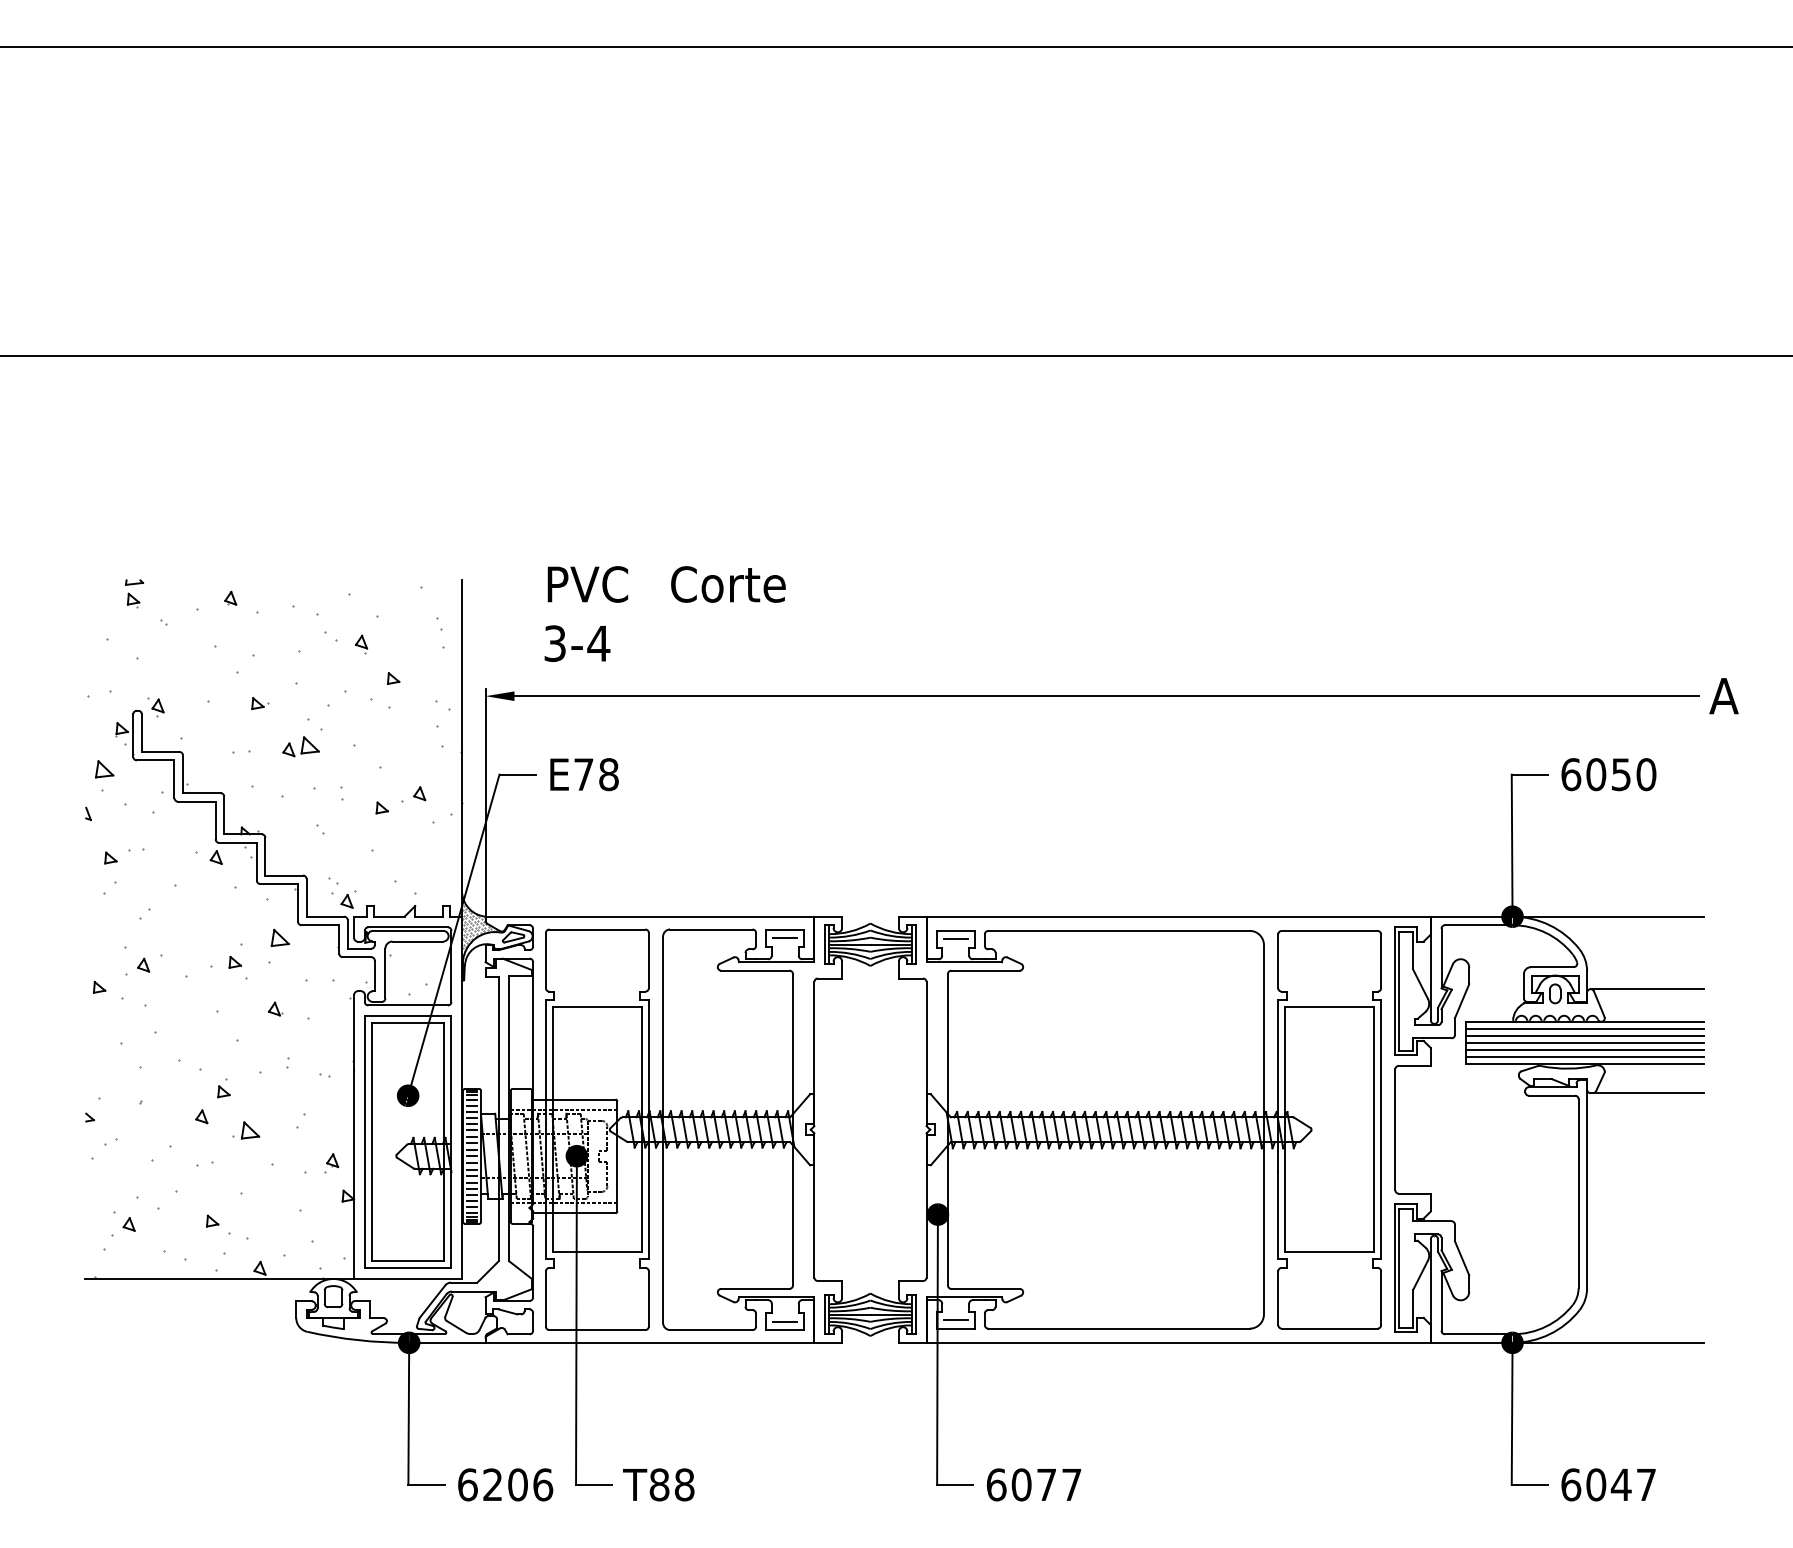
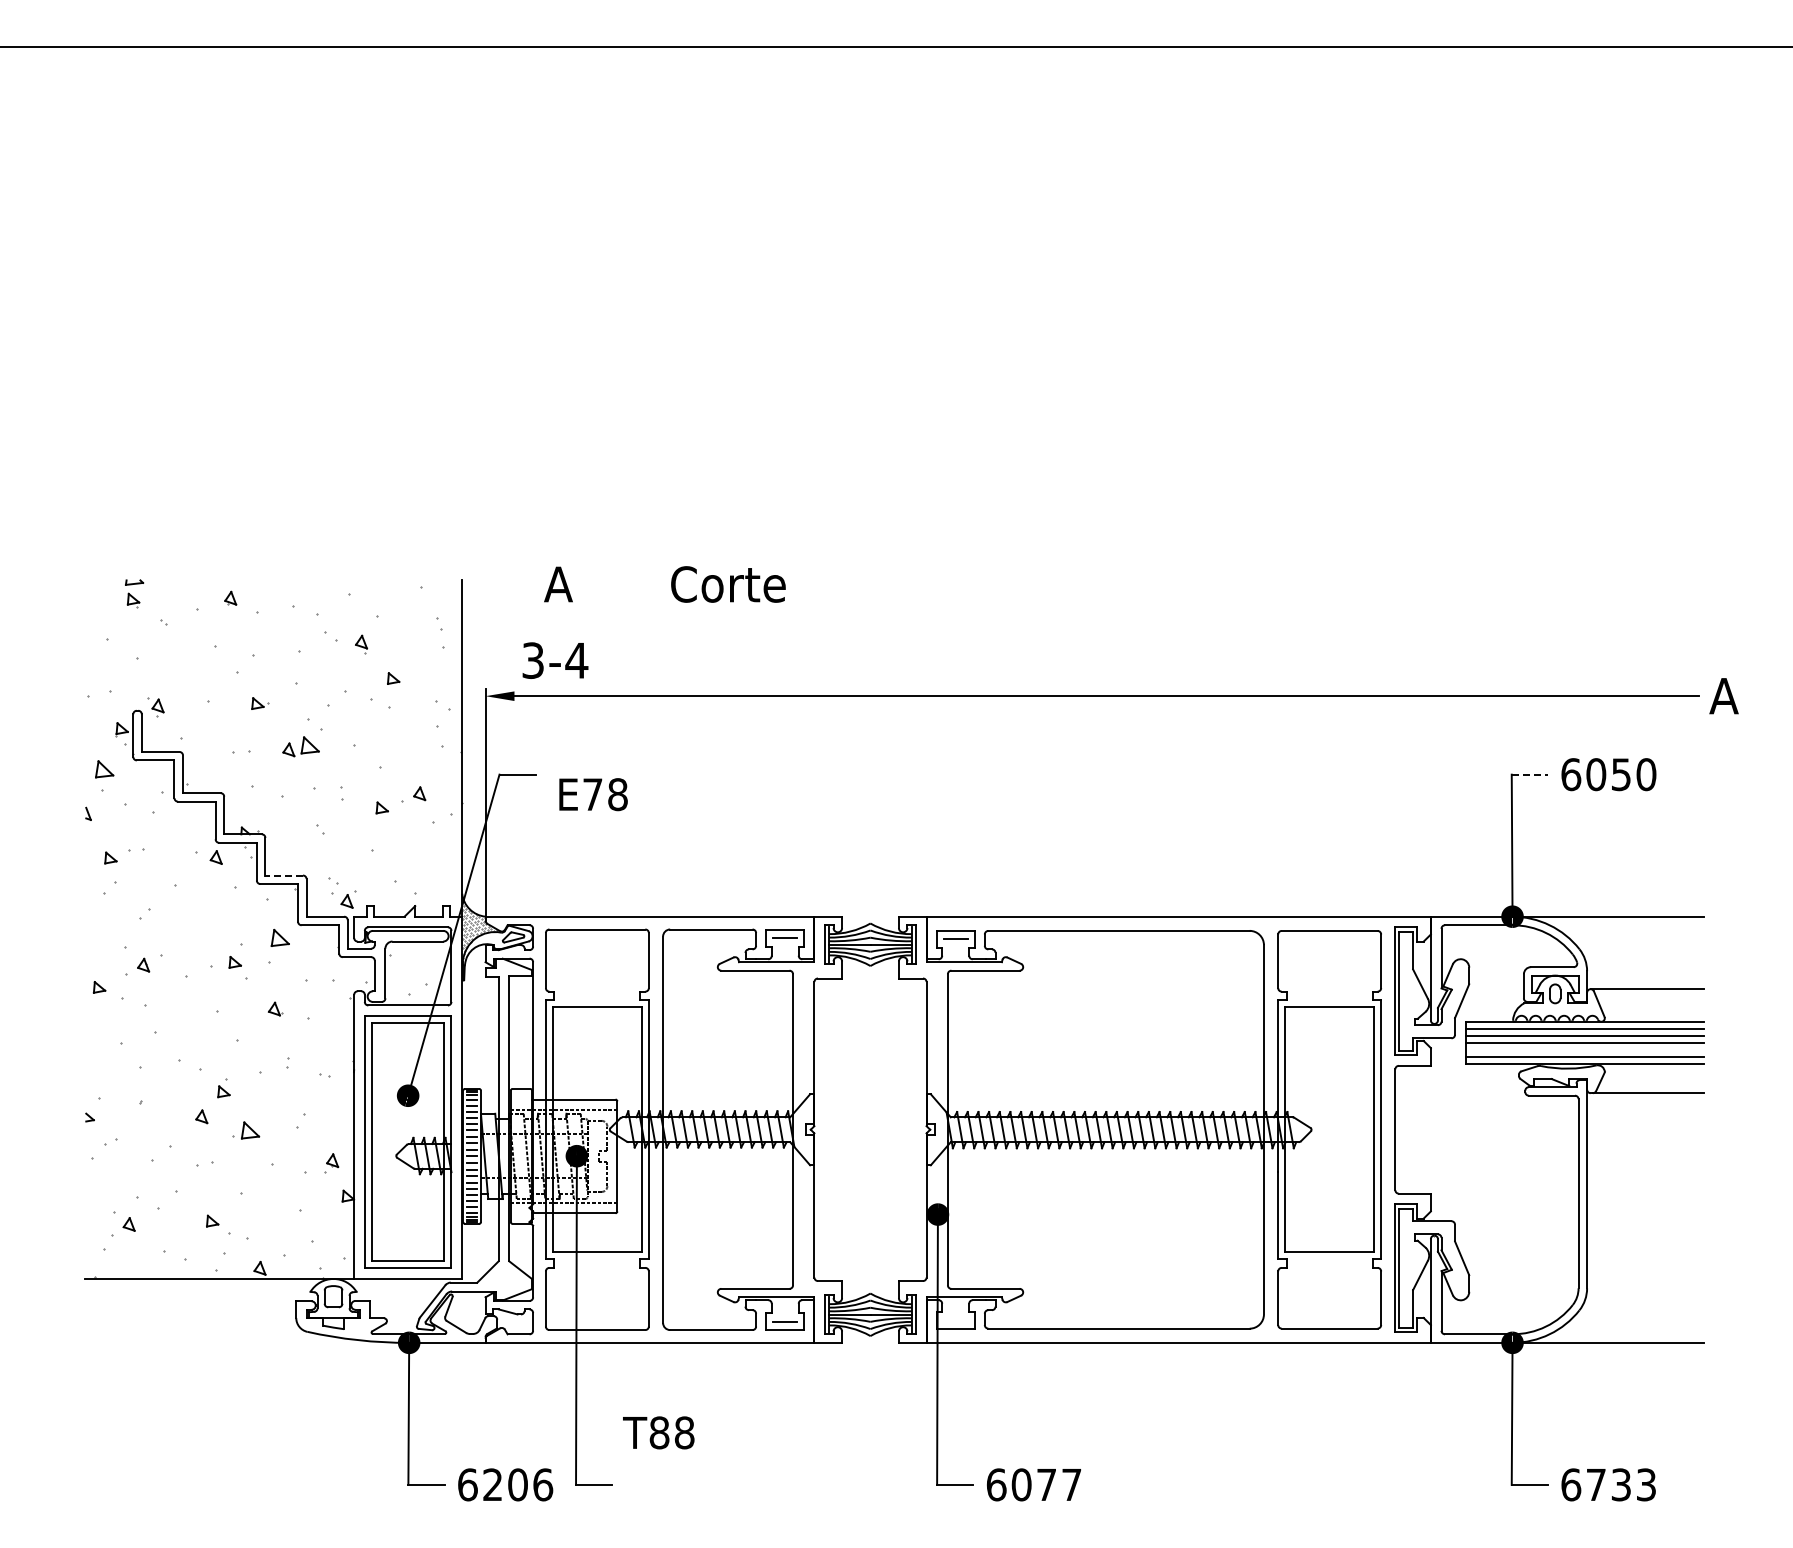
line at (895, 355): present -> none
text at (586, 584): PVC -> A
text at (577, 643) position: (577, 643) -> (555, 660)
text at (584, 774) position: (584, 774) -> (593, 794)
line at (1530, 774): solid -> dashed
line at (284, 875): solid -> dashed
line at (1585, 1050): present -> none
line at (955, 1320): present -> none
text at (658, 1484) position: (658, 1484) -> (658, 1432)
text at (1620, 1484): 6047 -> 6733
